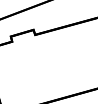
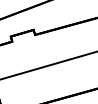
line at (48, 65): none -> present
